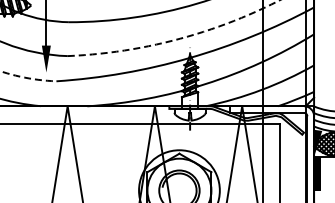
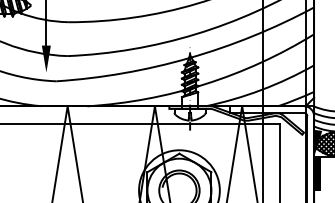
arc at (177, 39): dashed -> solid
arc at (29, 78): dashed -> solid
